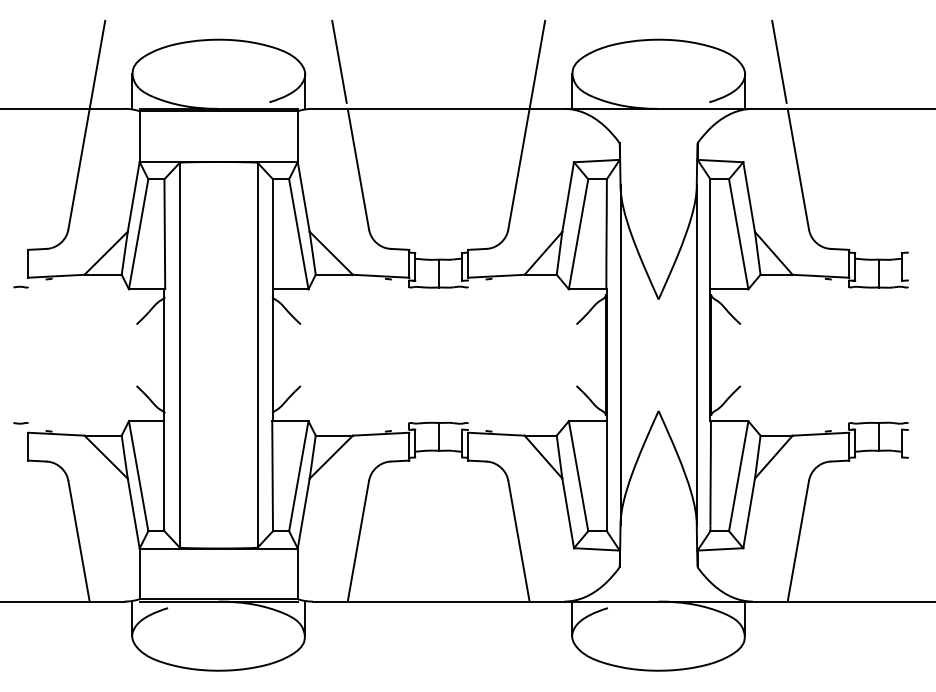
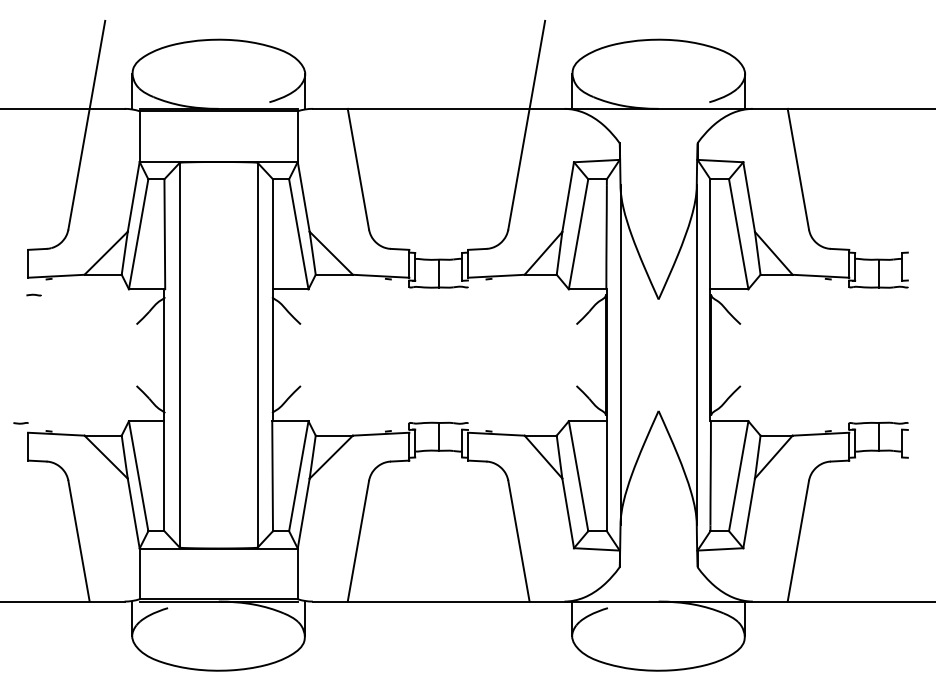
line at (339, 61): present -> none
line at (779, 61): present -> none
curve at (20, 286) position: (20, 286) -> (33, 294)
